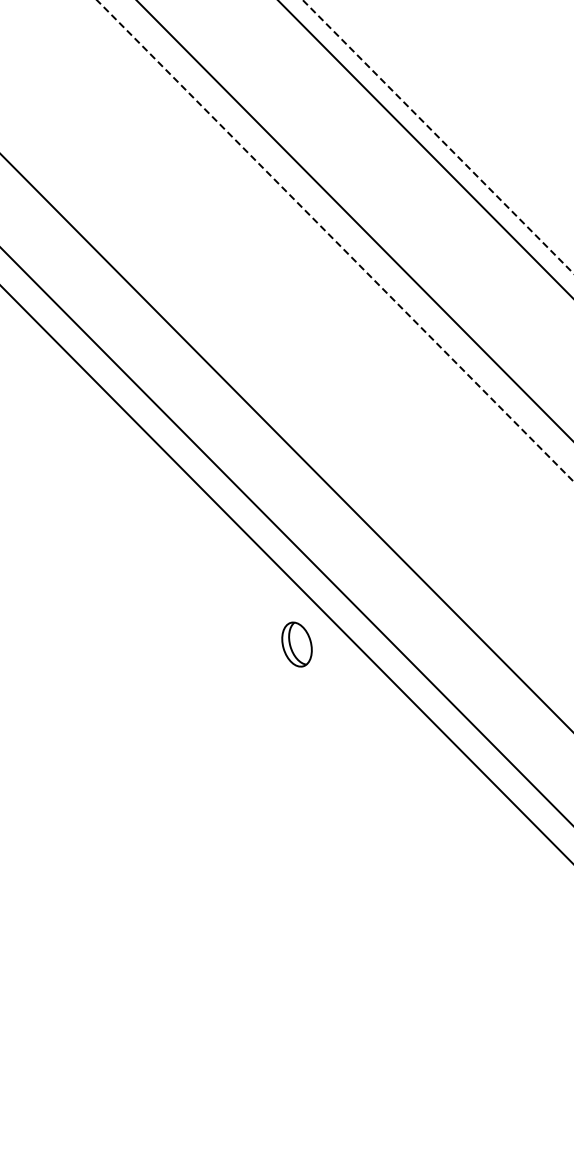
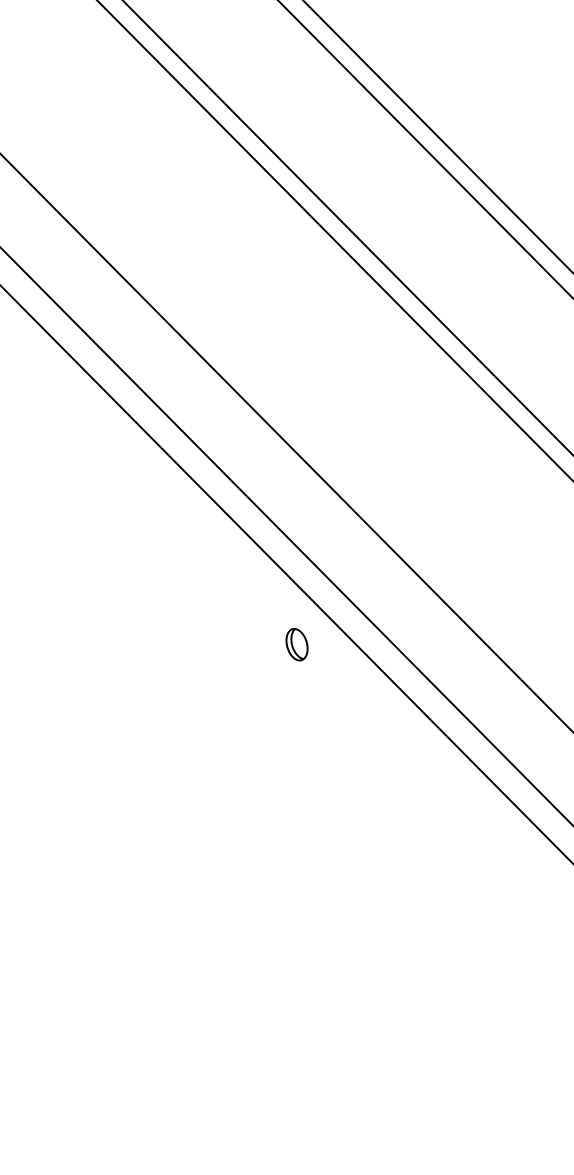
line at (438, 137): dashed -> solid
line at (354, 220) position: (354, 220) -> (347, 227)
line at (335, 240): dashed -> solid
part at (296, 644) size: 32x47 px -> 24x34 px
